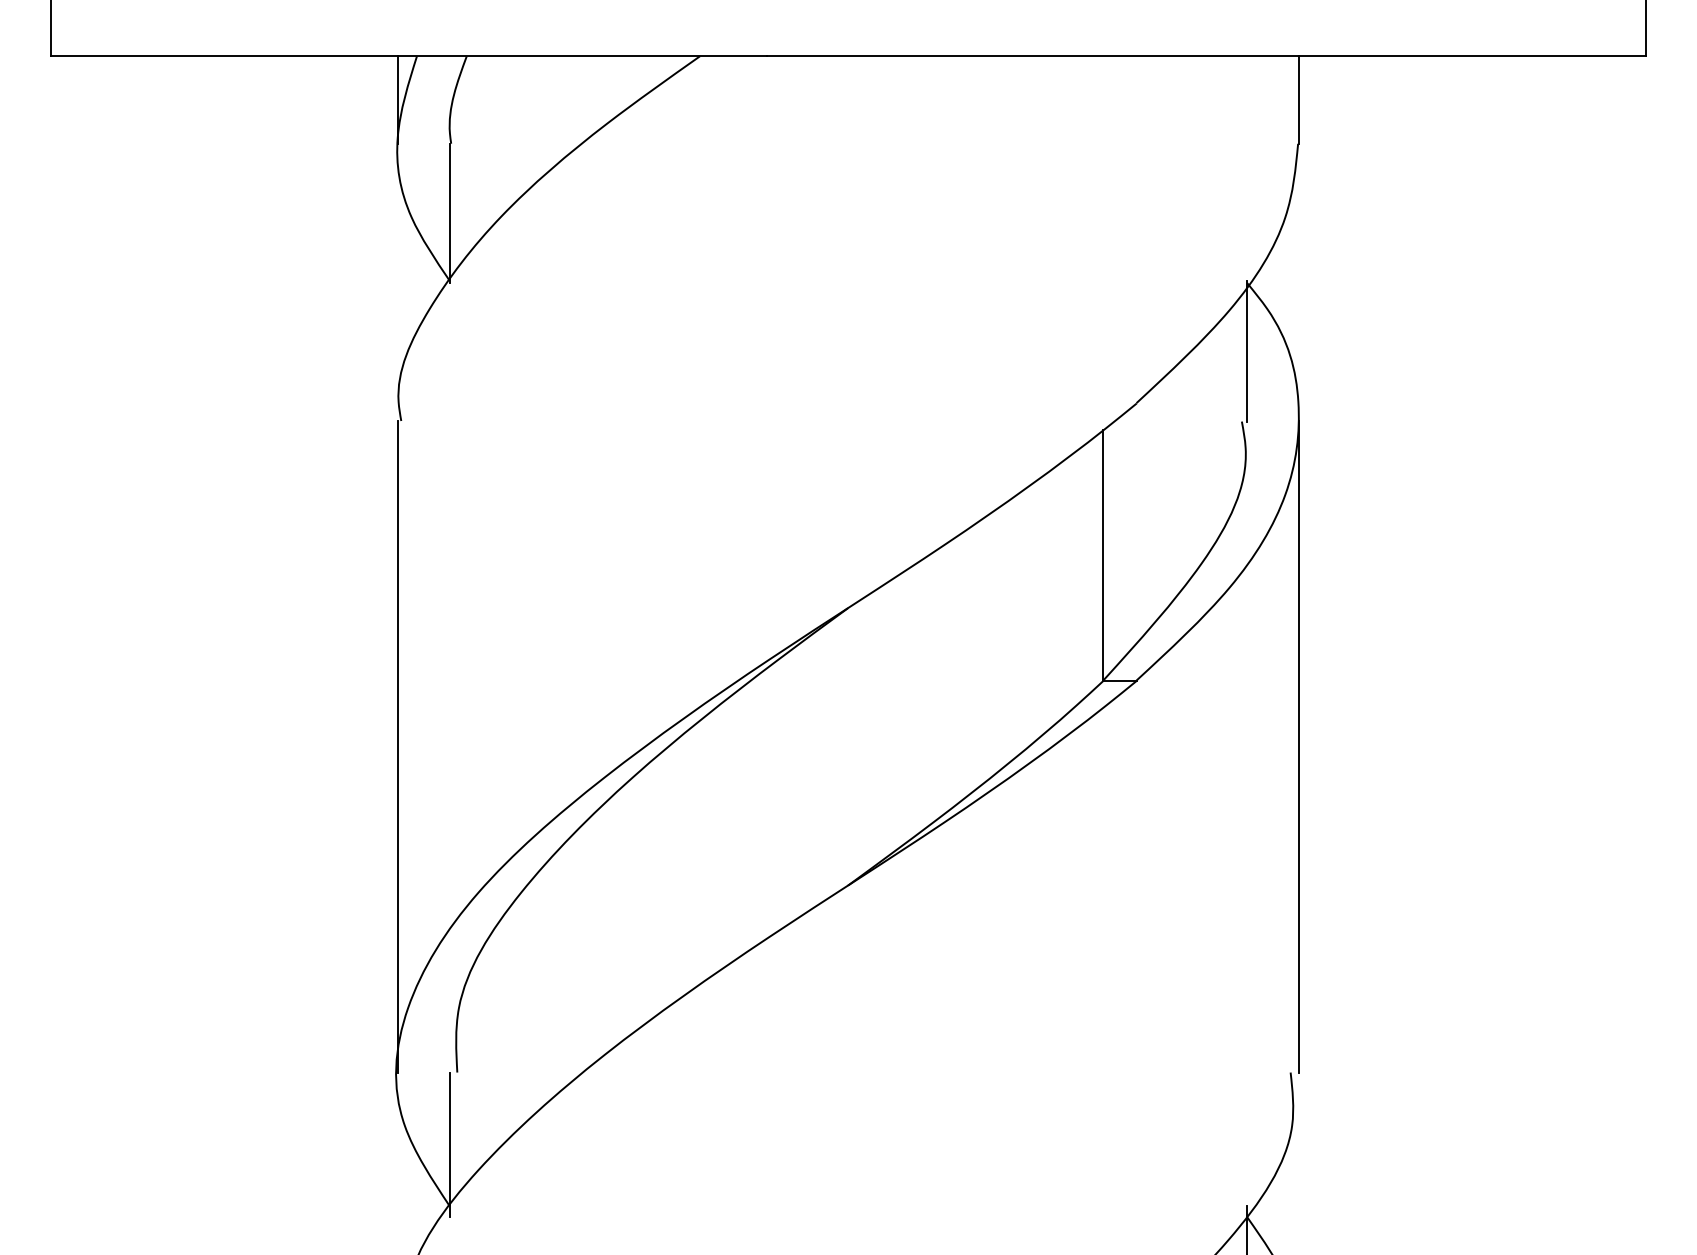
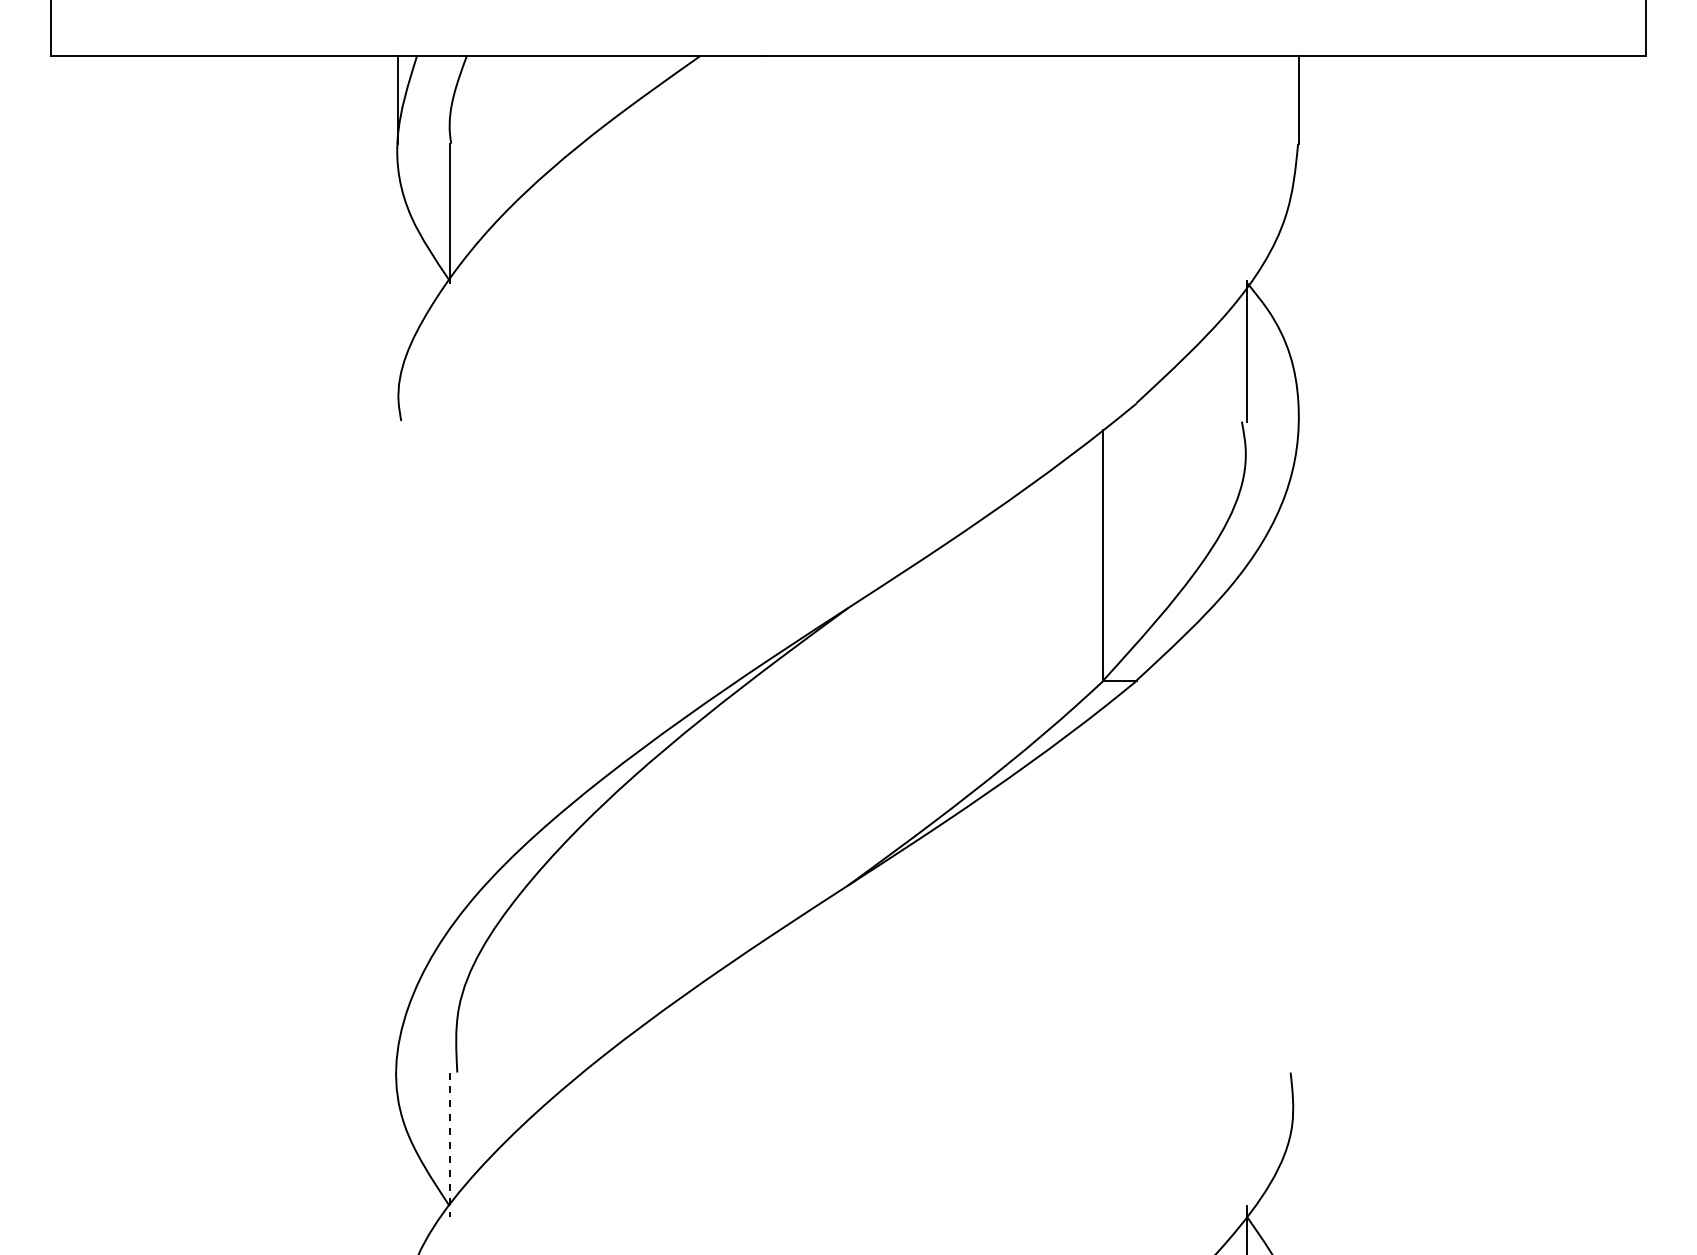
line at (397, 746): present -> none
line at (1299, 746): present -> none
line at (449, 1145): solid -> dashed
